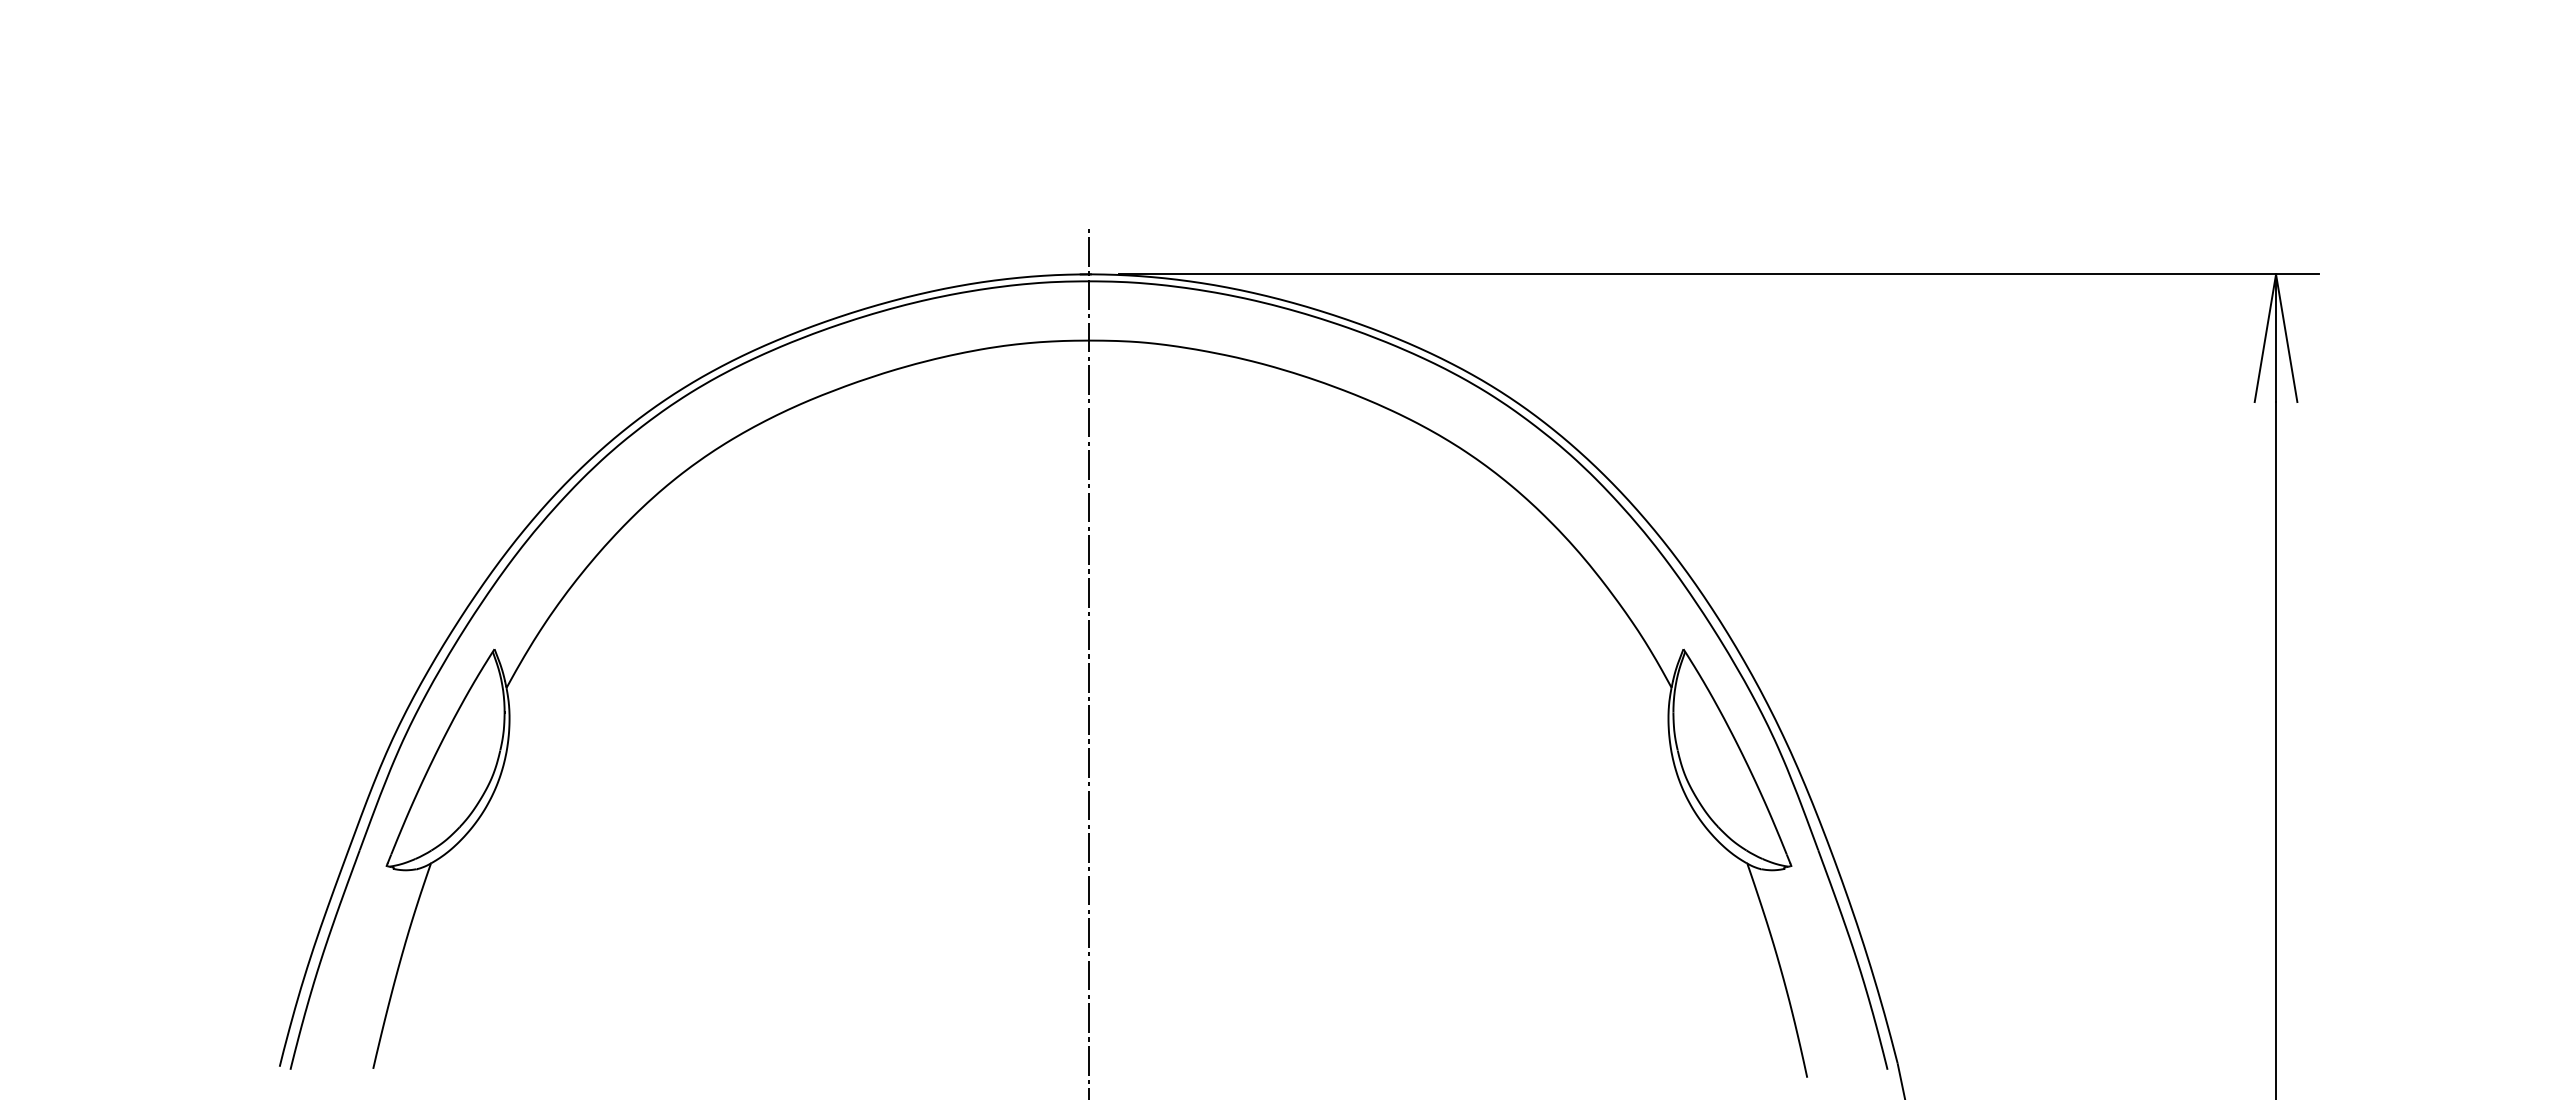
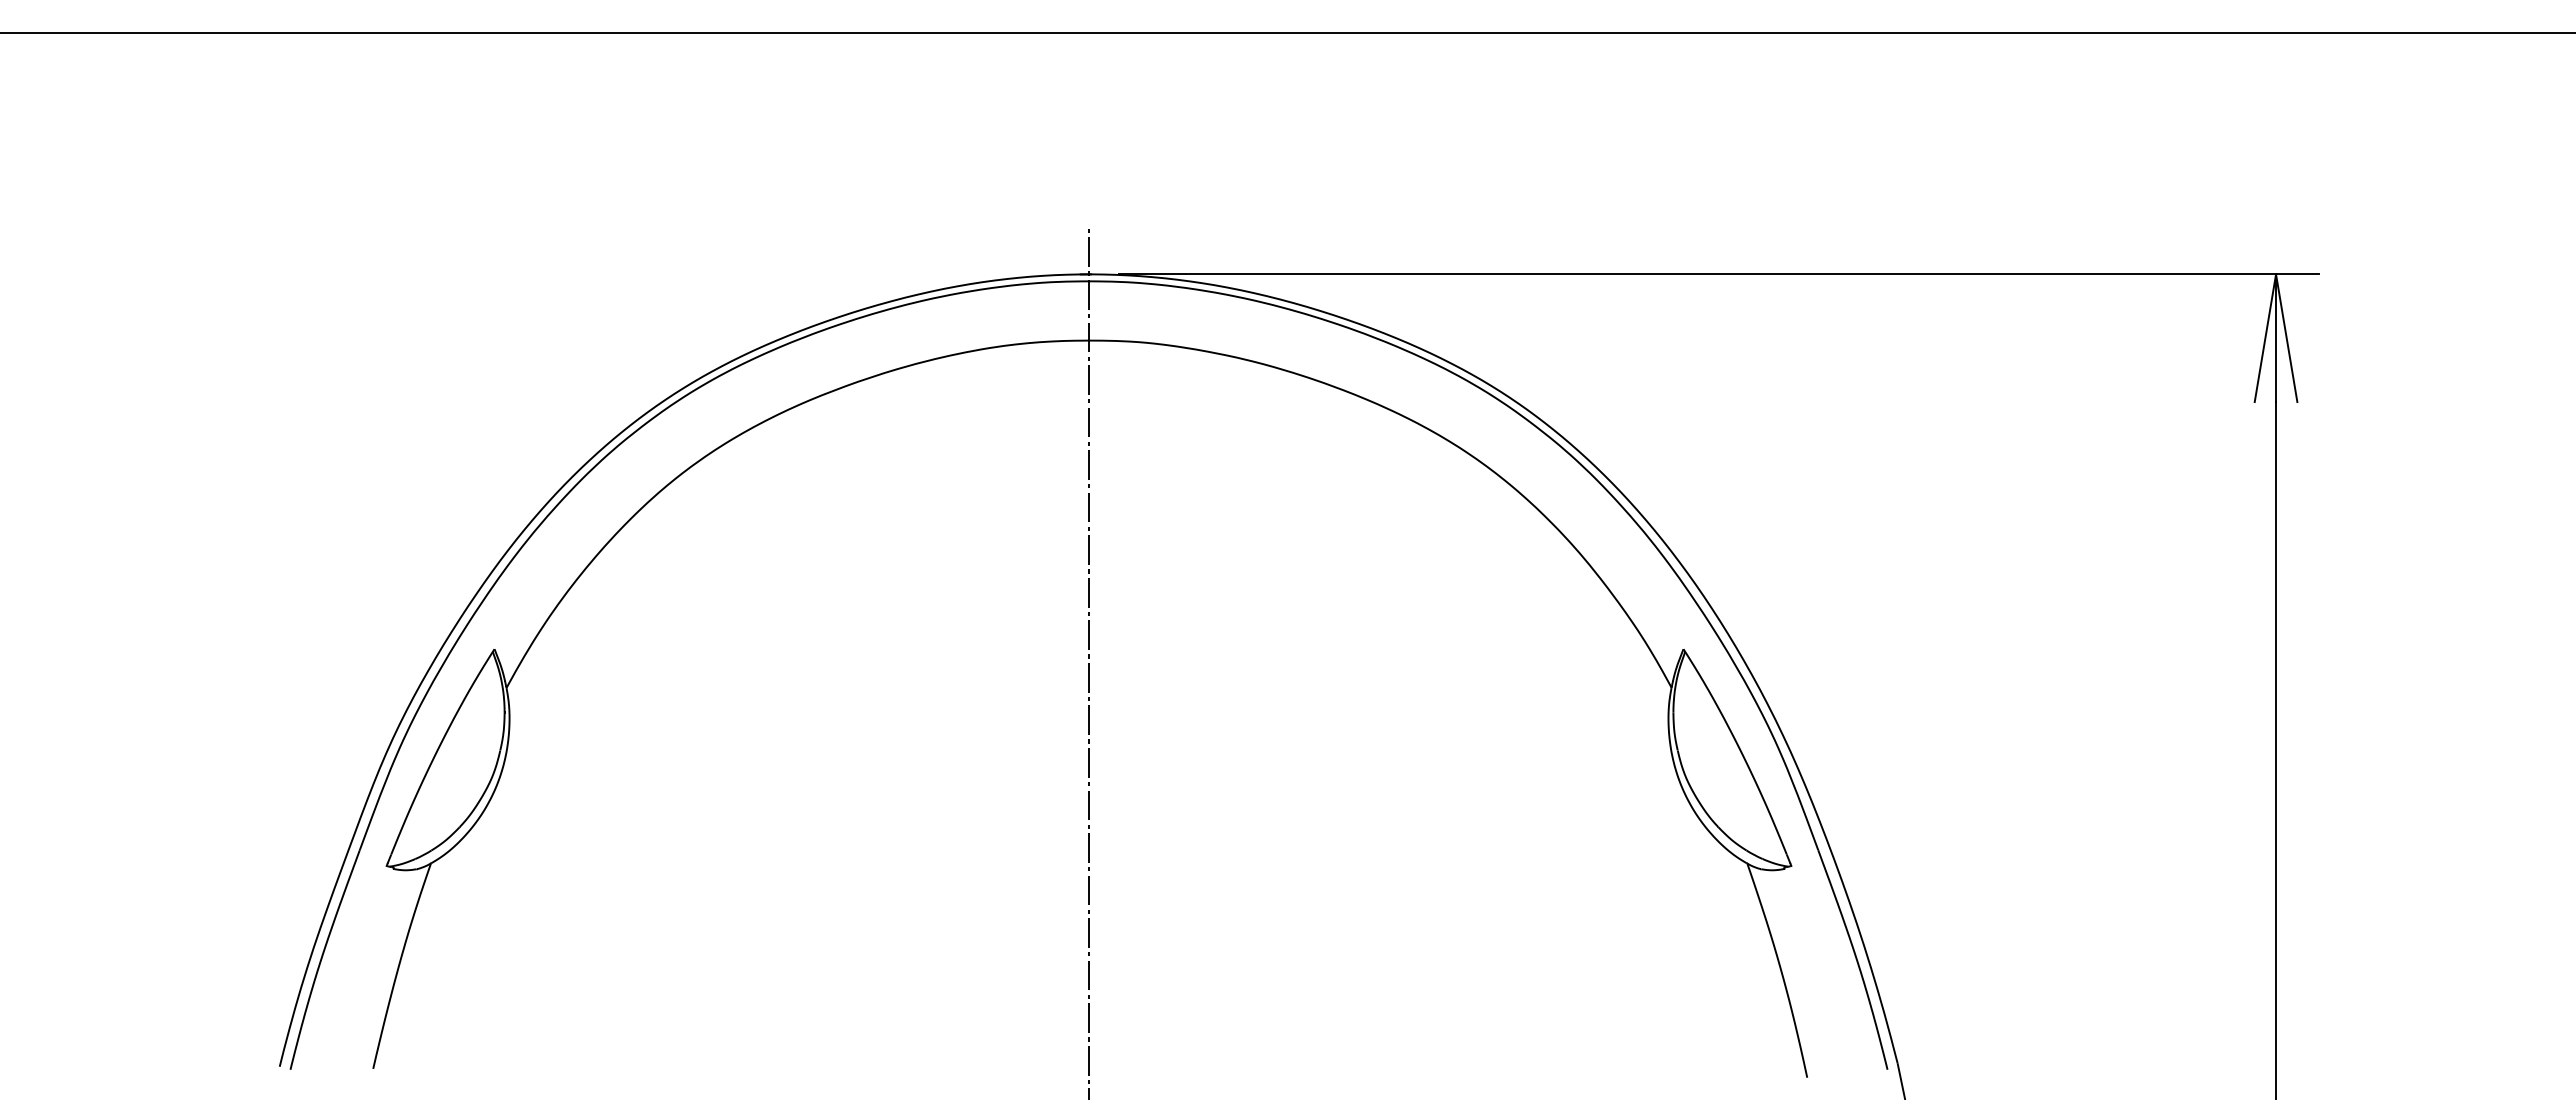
line at (1287, 33): none -> present
